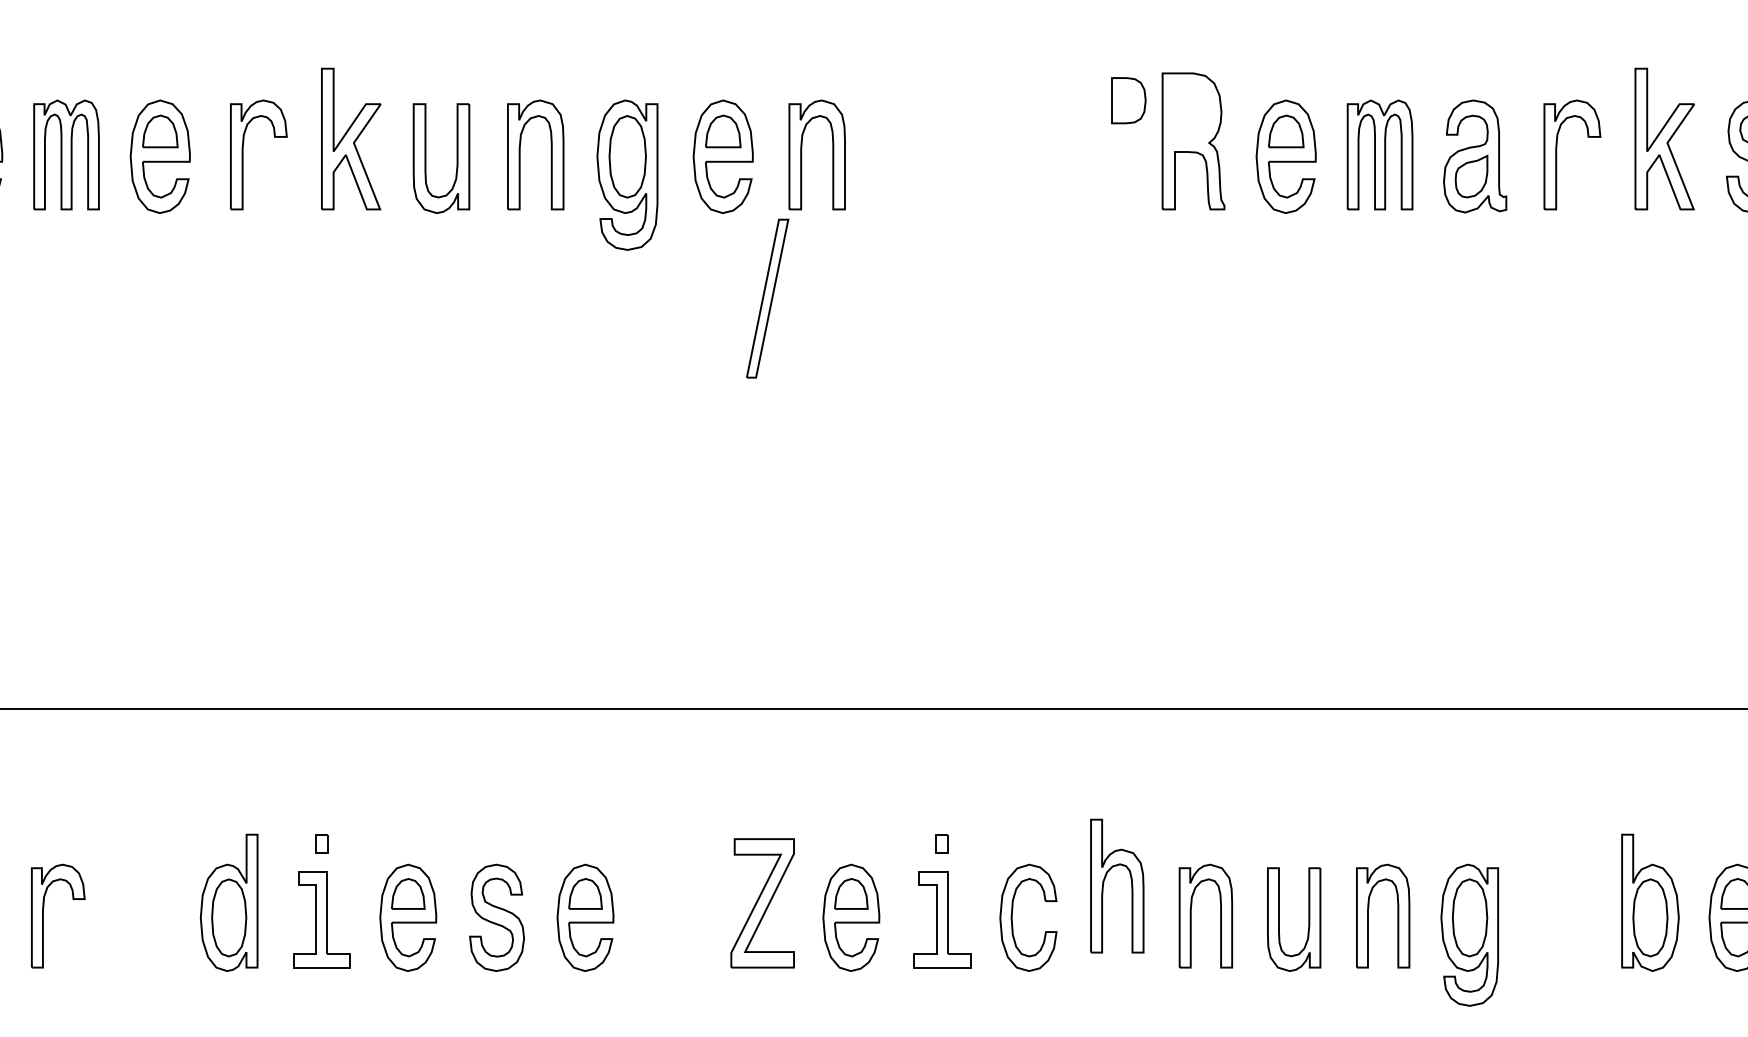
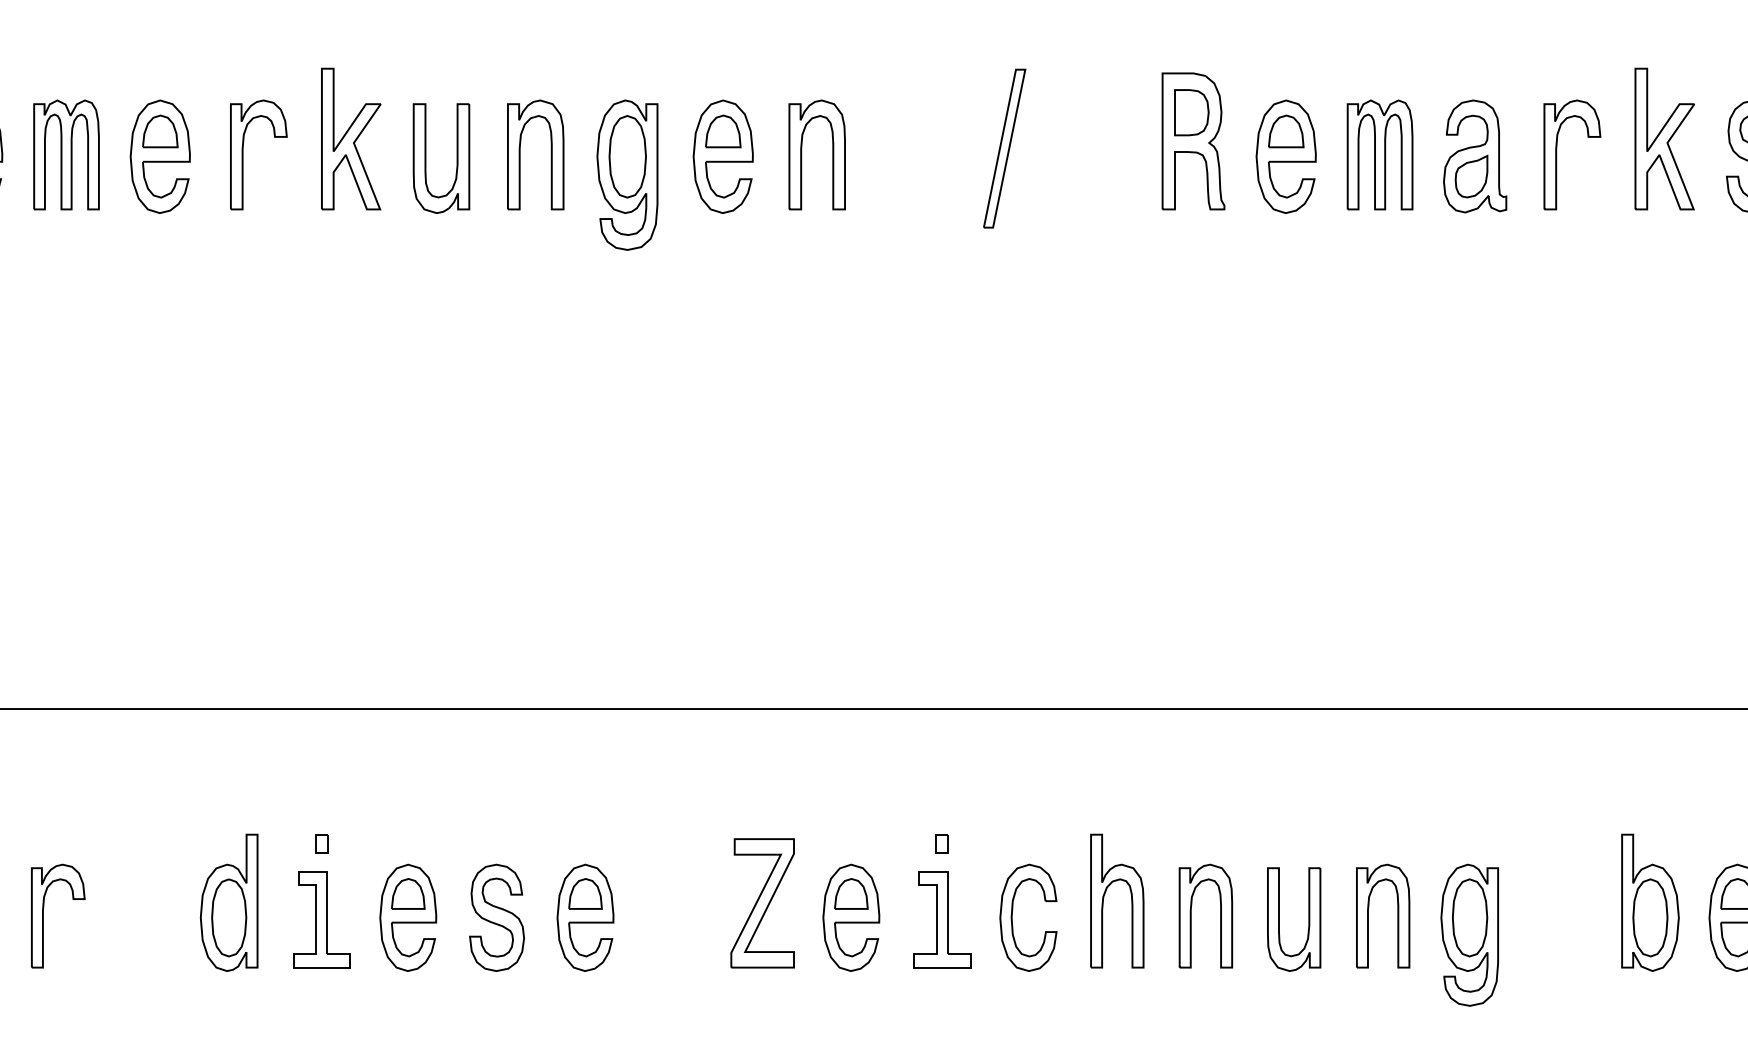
part at (1128, 100) position: (1128, 100) -> (1191, 112)
part at (767, 298) position: (767, 298) -> (1004, 148)
part at (1104, 883) position: (1104, 883) -> (1104, 898)
